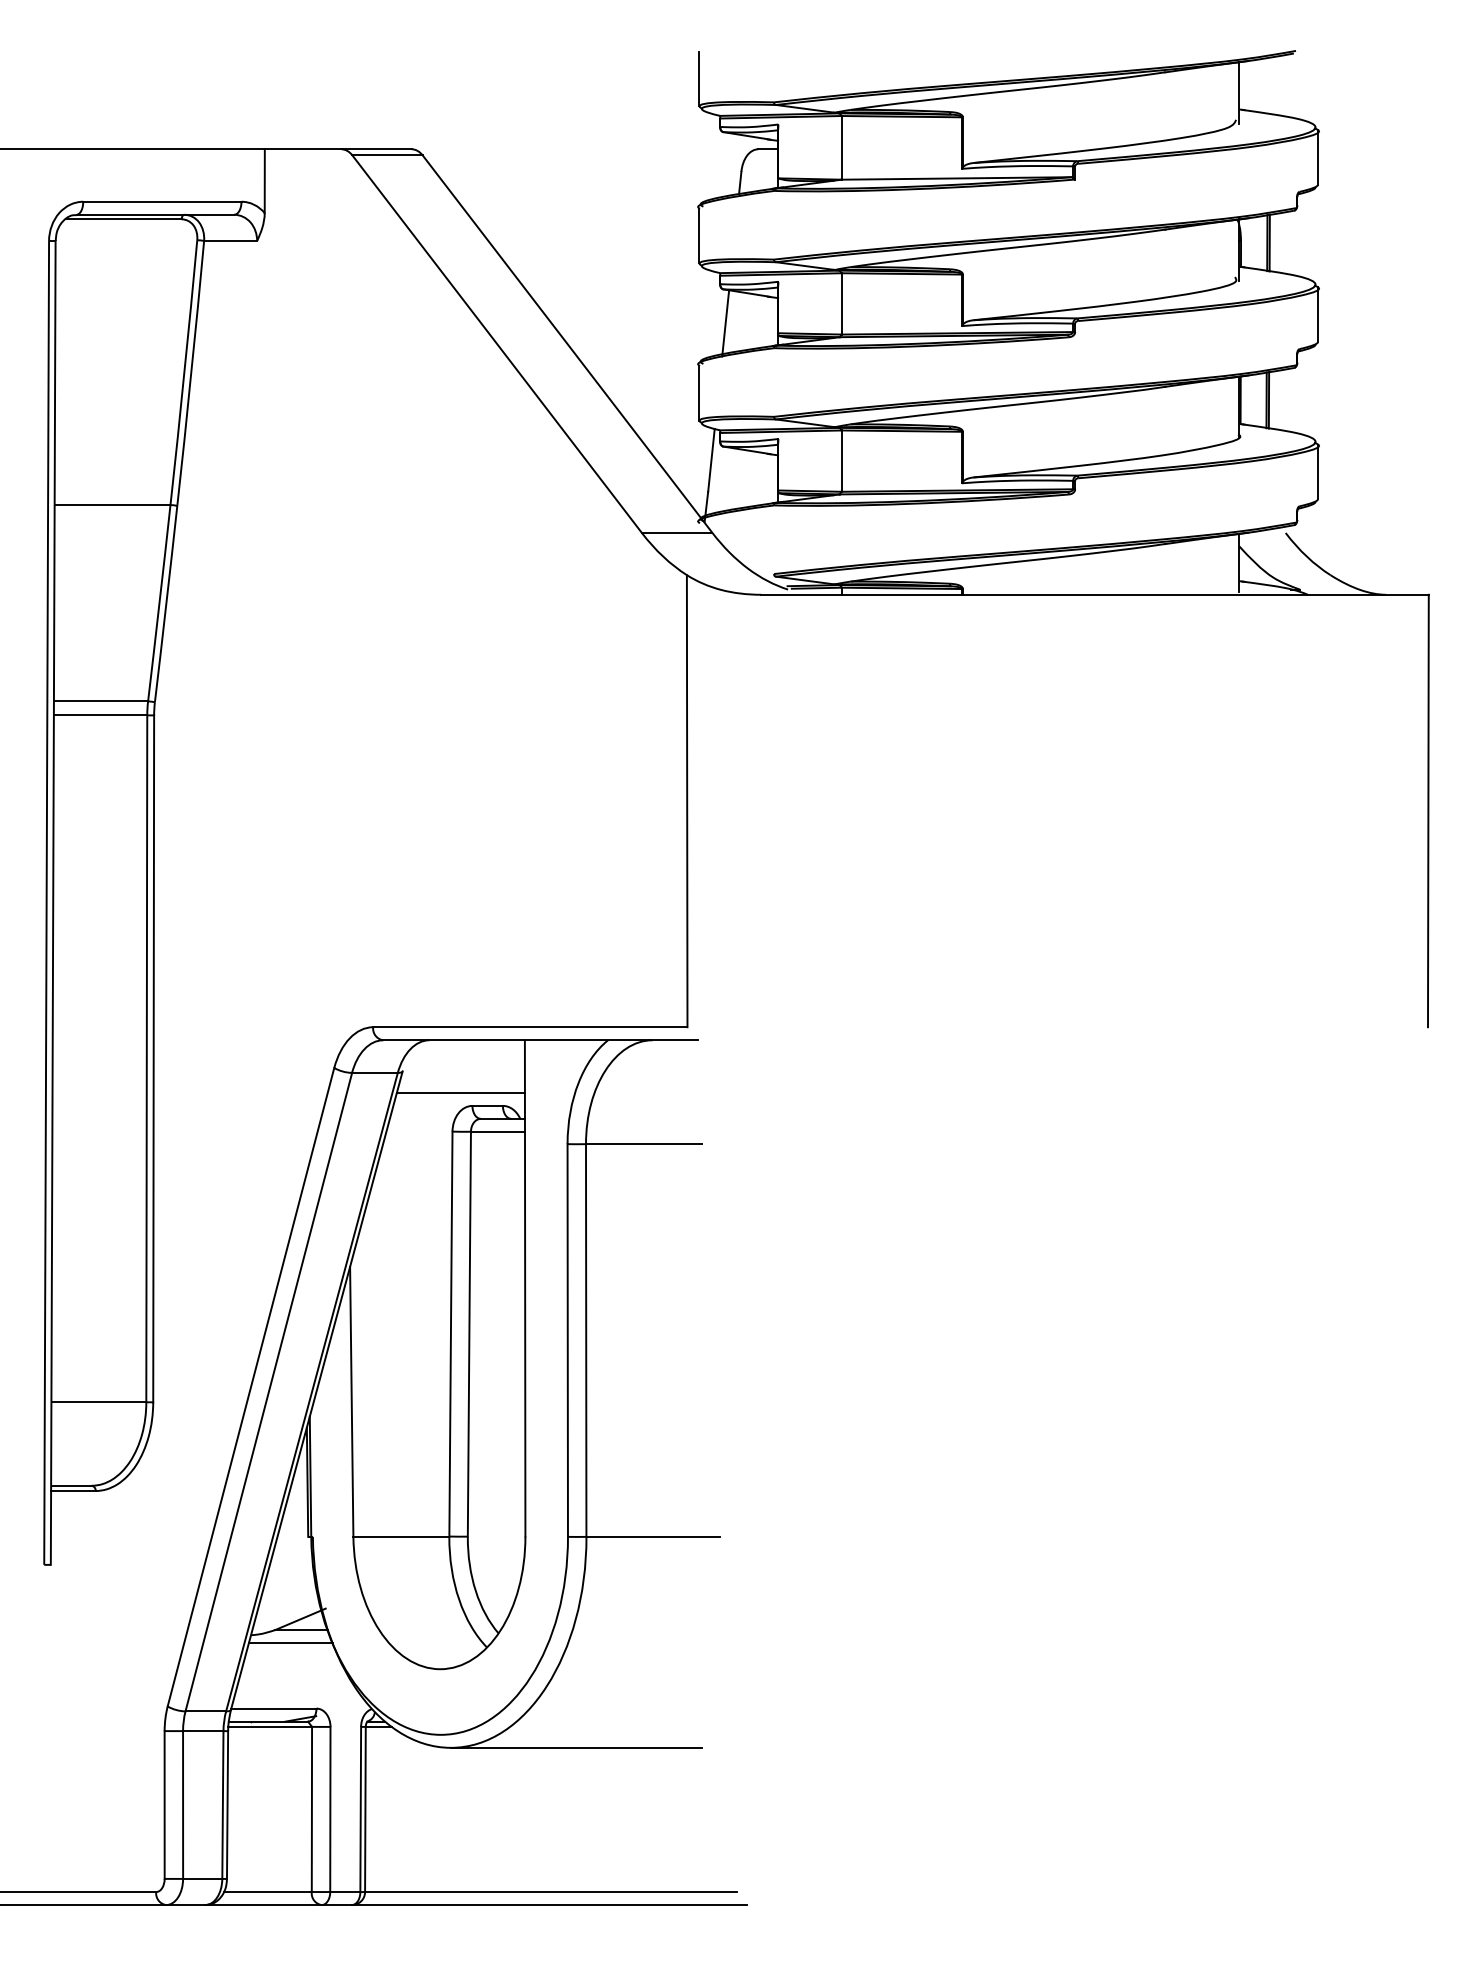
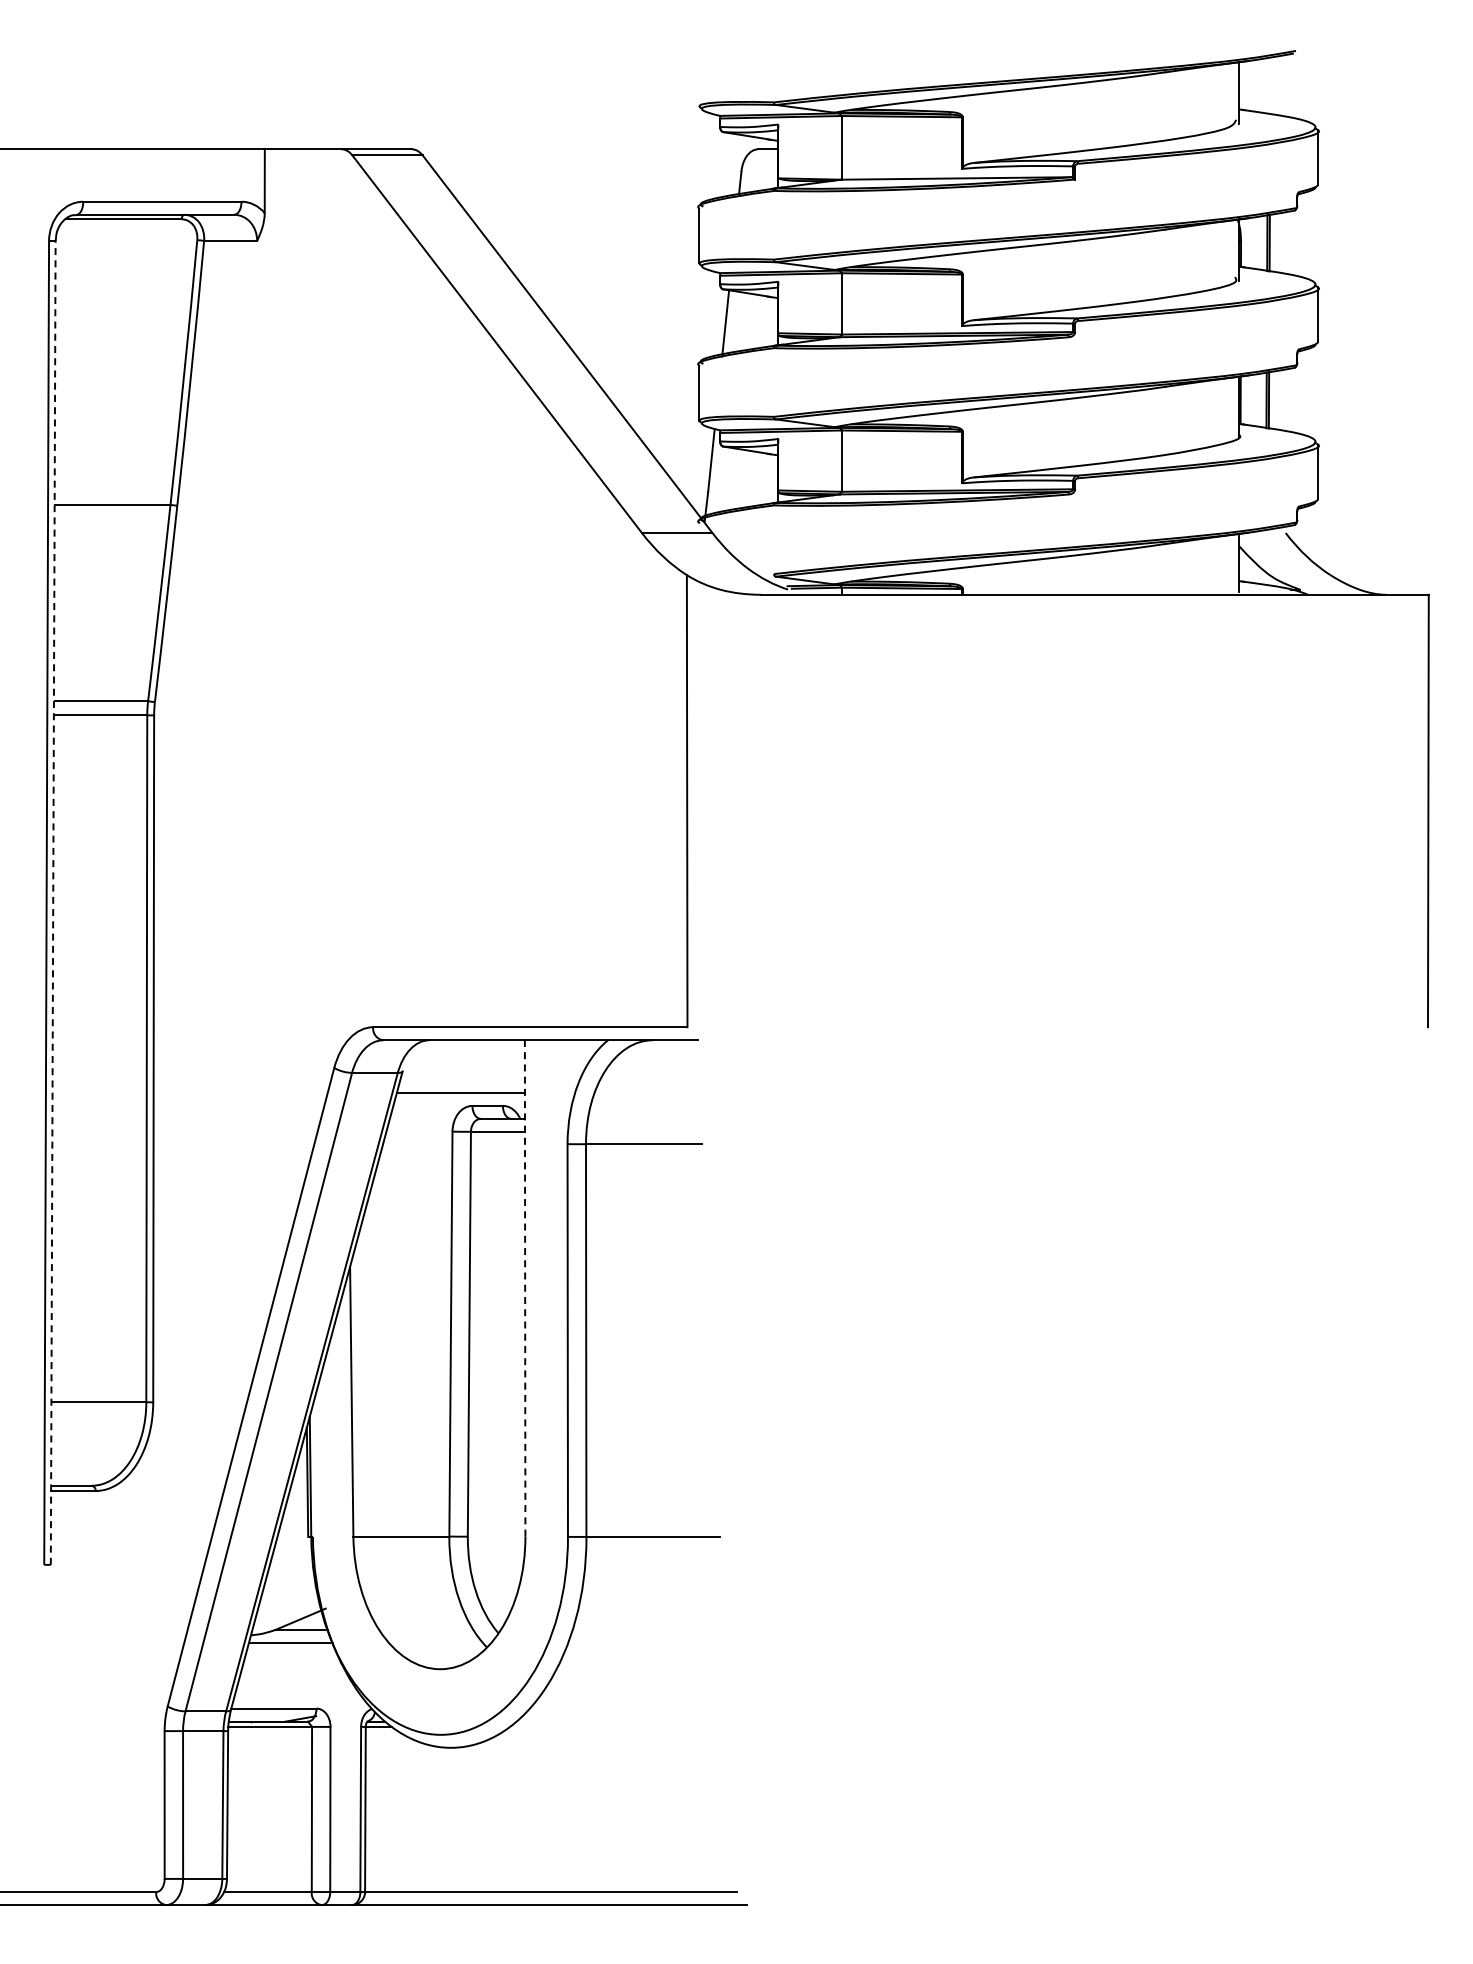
line at (699, 78): present -> none
line at (53, 902): solid -> dashed
line at (525, 1287): solid -> dashed
line at (575, 1747): present -> none
